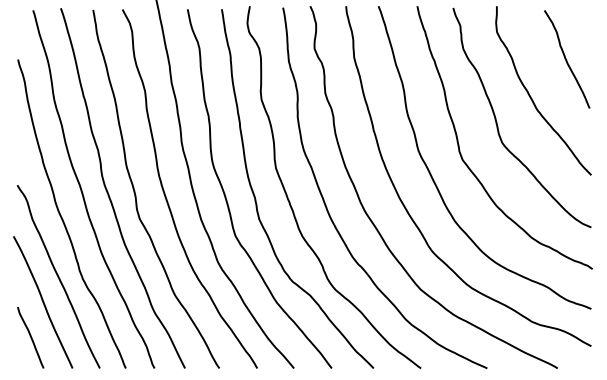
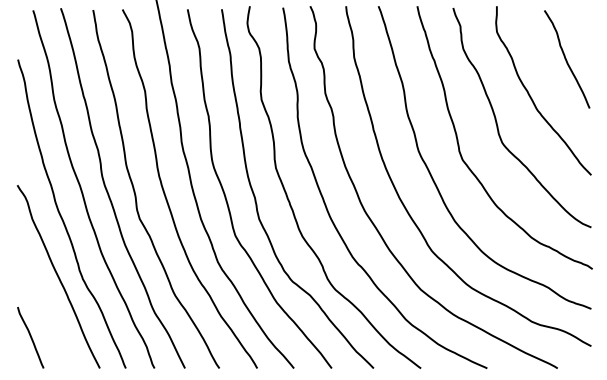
curve at (43, 302): present -> none
